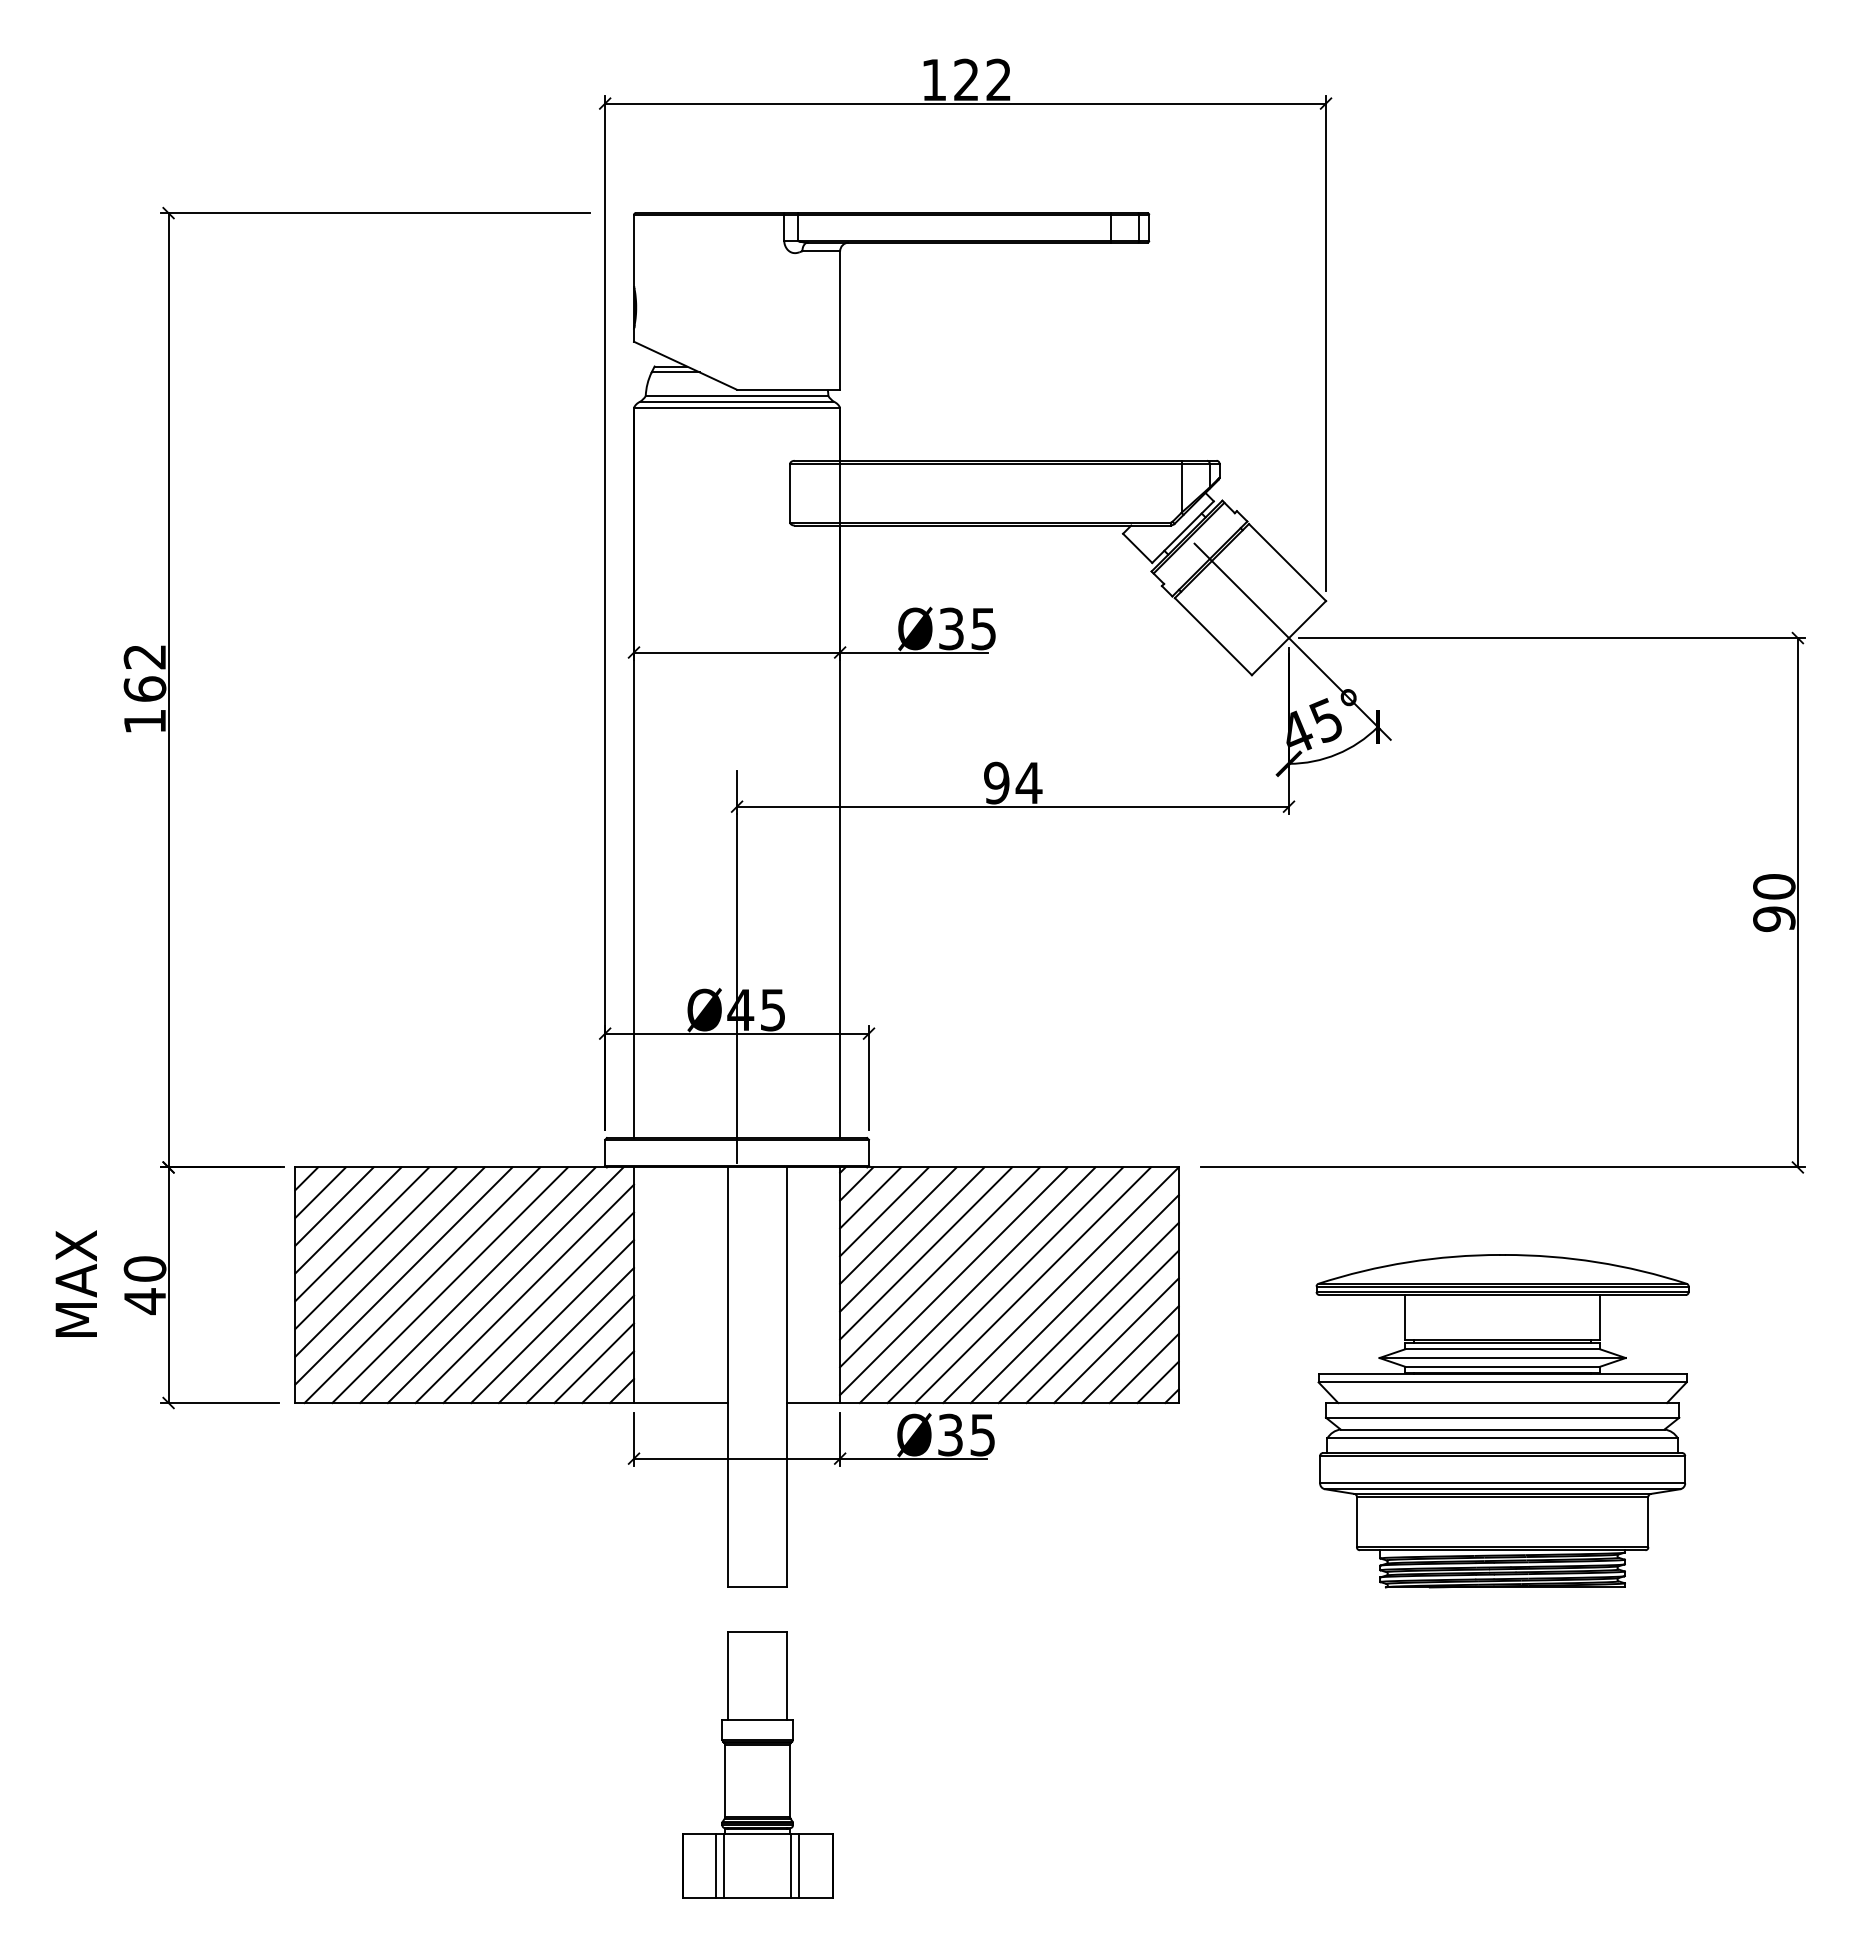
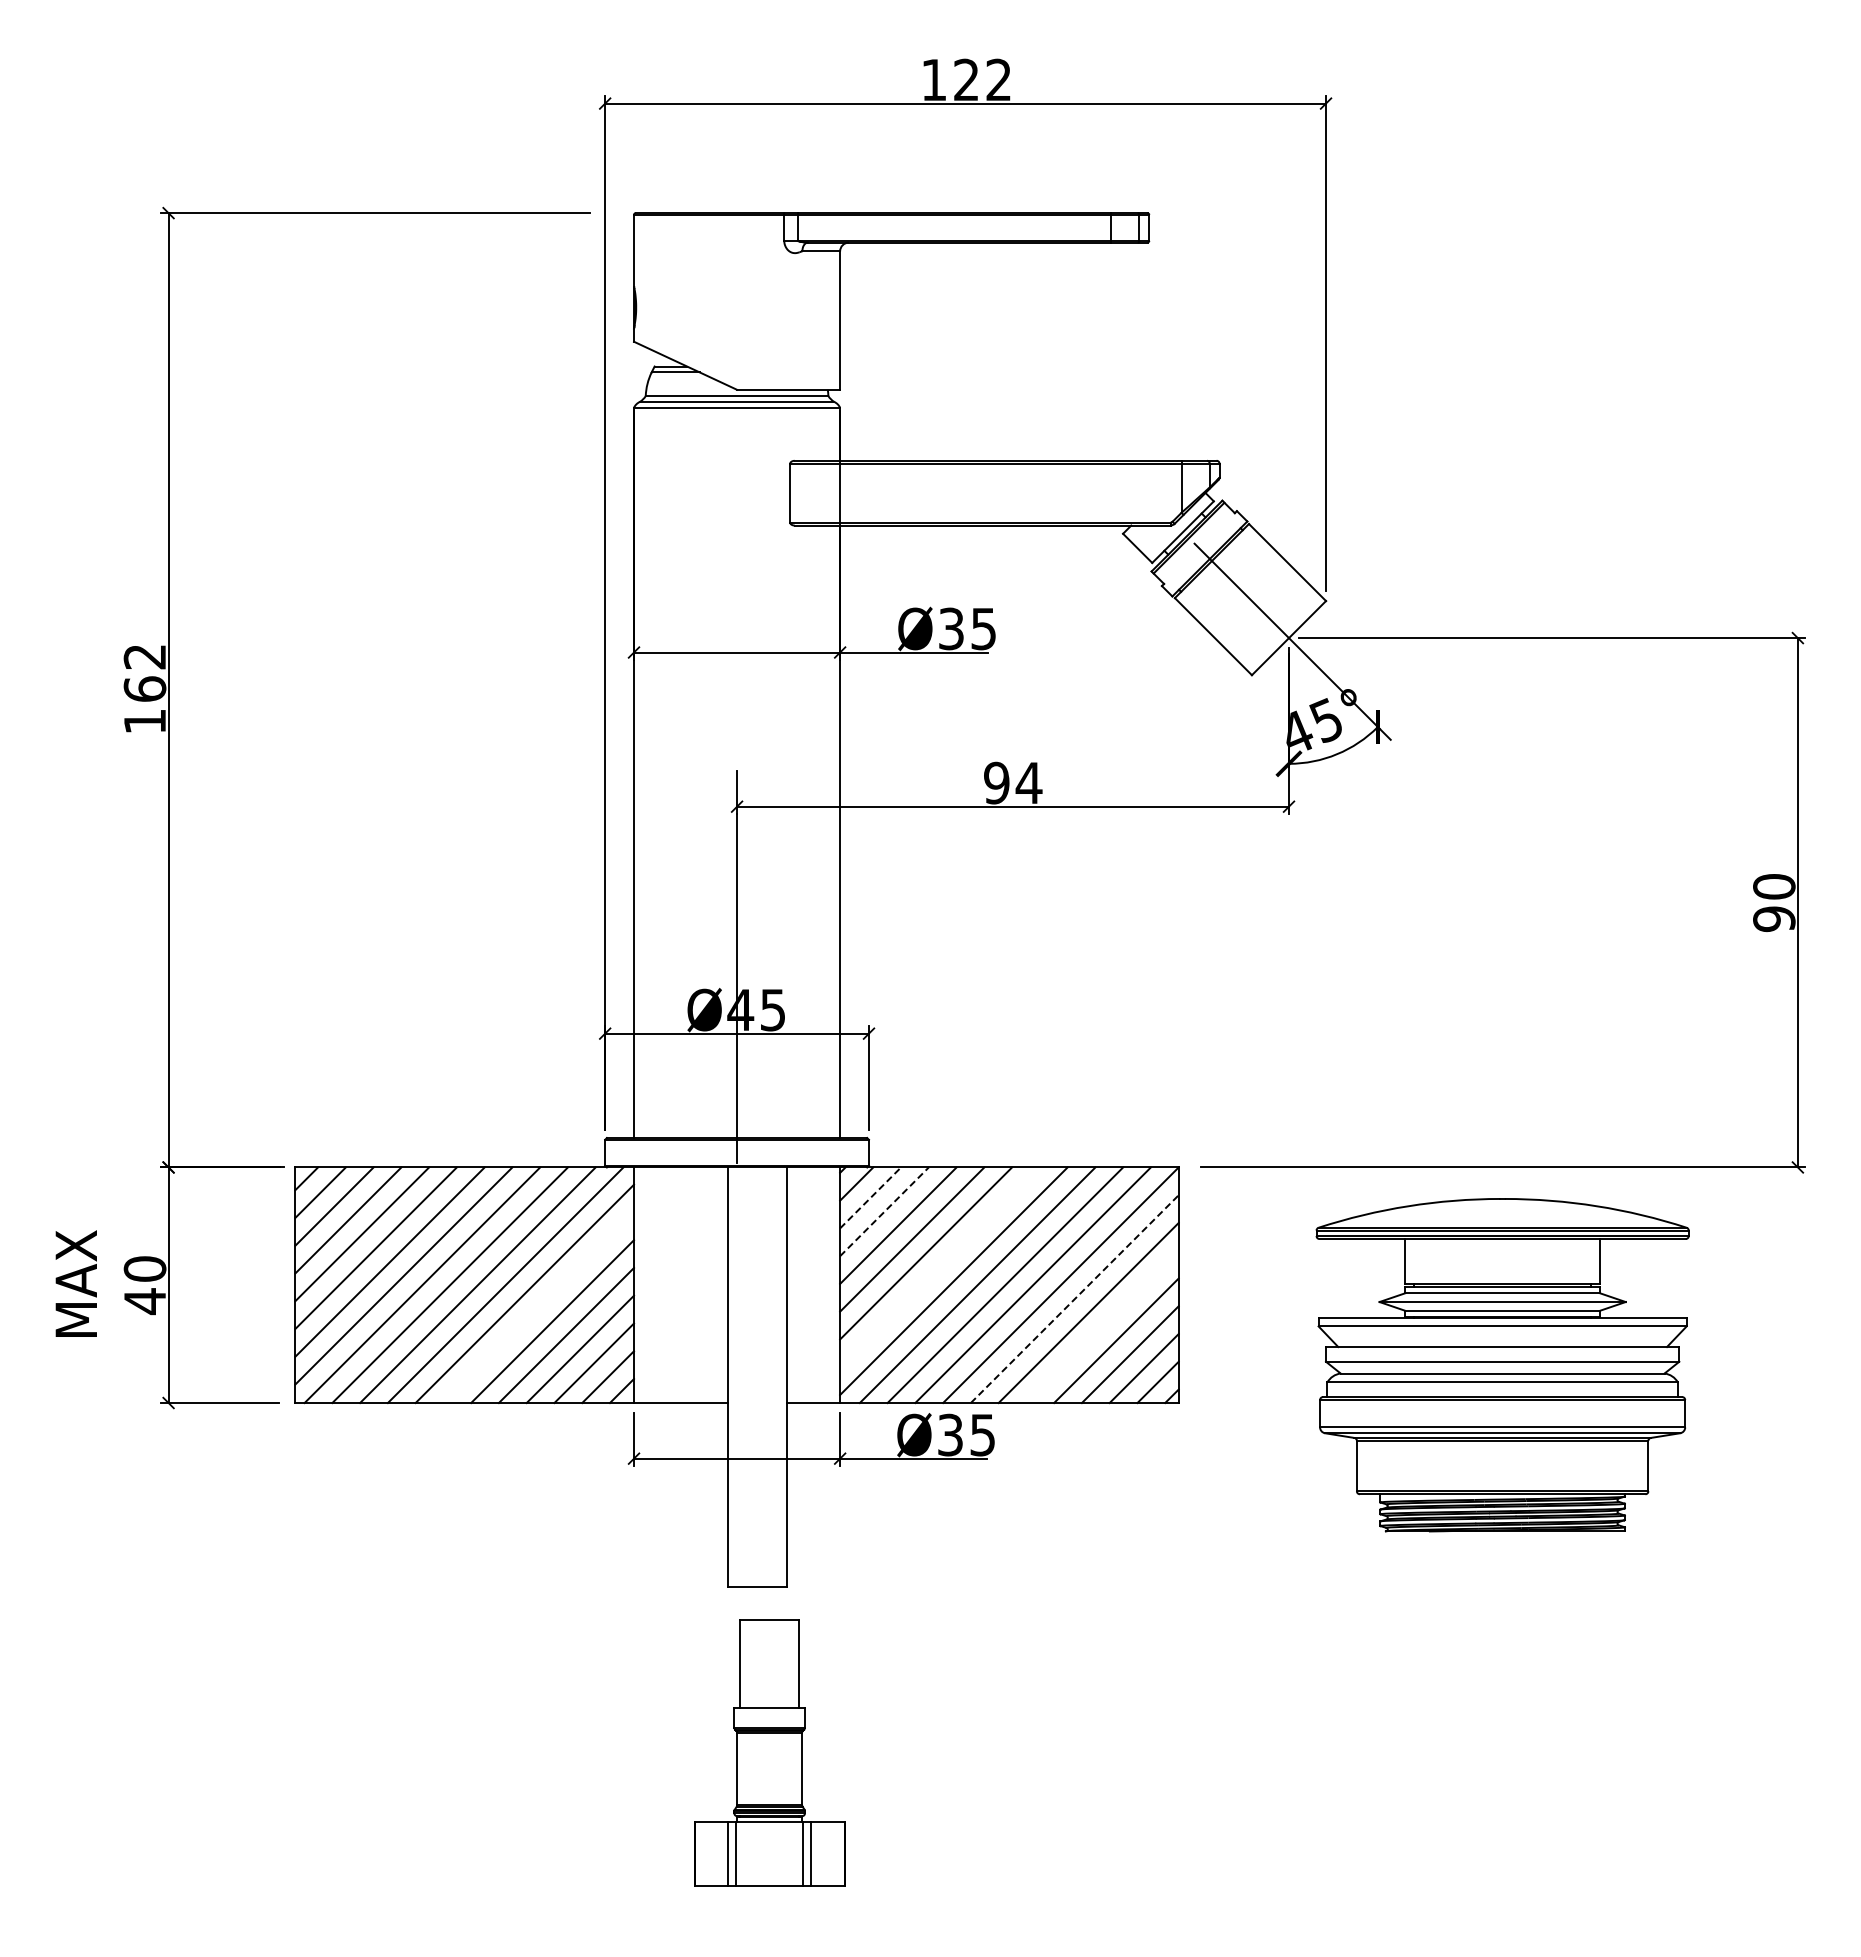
line at (870, 1197): solid -> dashed
line at (884, 1211): solid -> dashed
line at (939, 1267): present -> none
line at (1074, 1299): solid -> dashed
line at (538, 1307): present -> none
line at (1102, 1326): present -> none
part at (1502, 1421) position: (1502, 1421) -> (1502, 1365)
part at (757, 1764) position: (757, 1764) -> (769, 1752)
